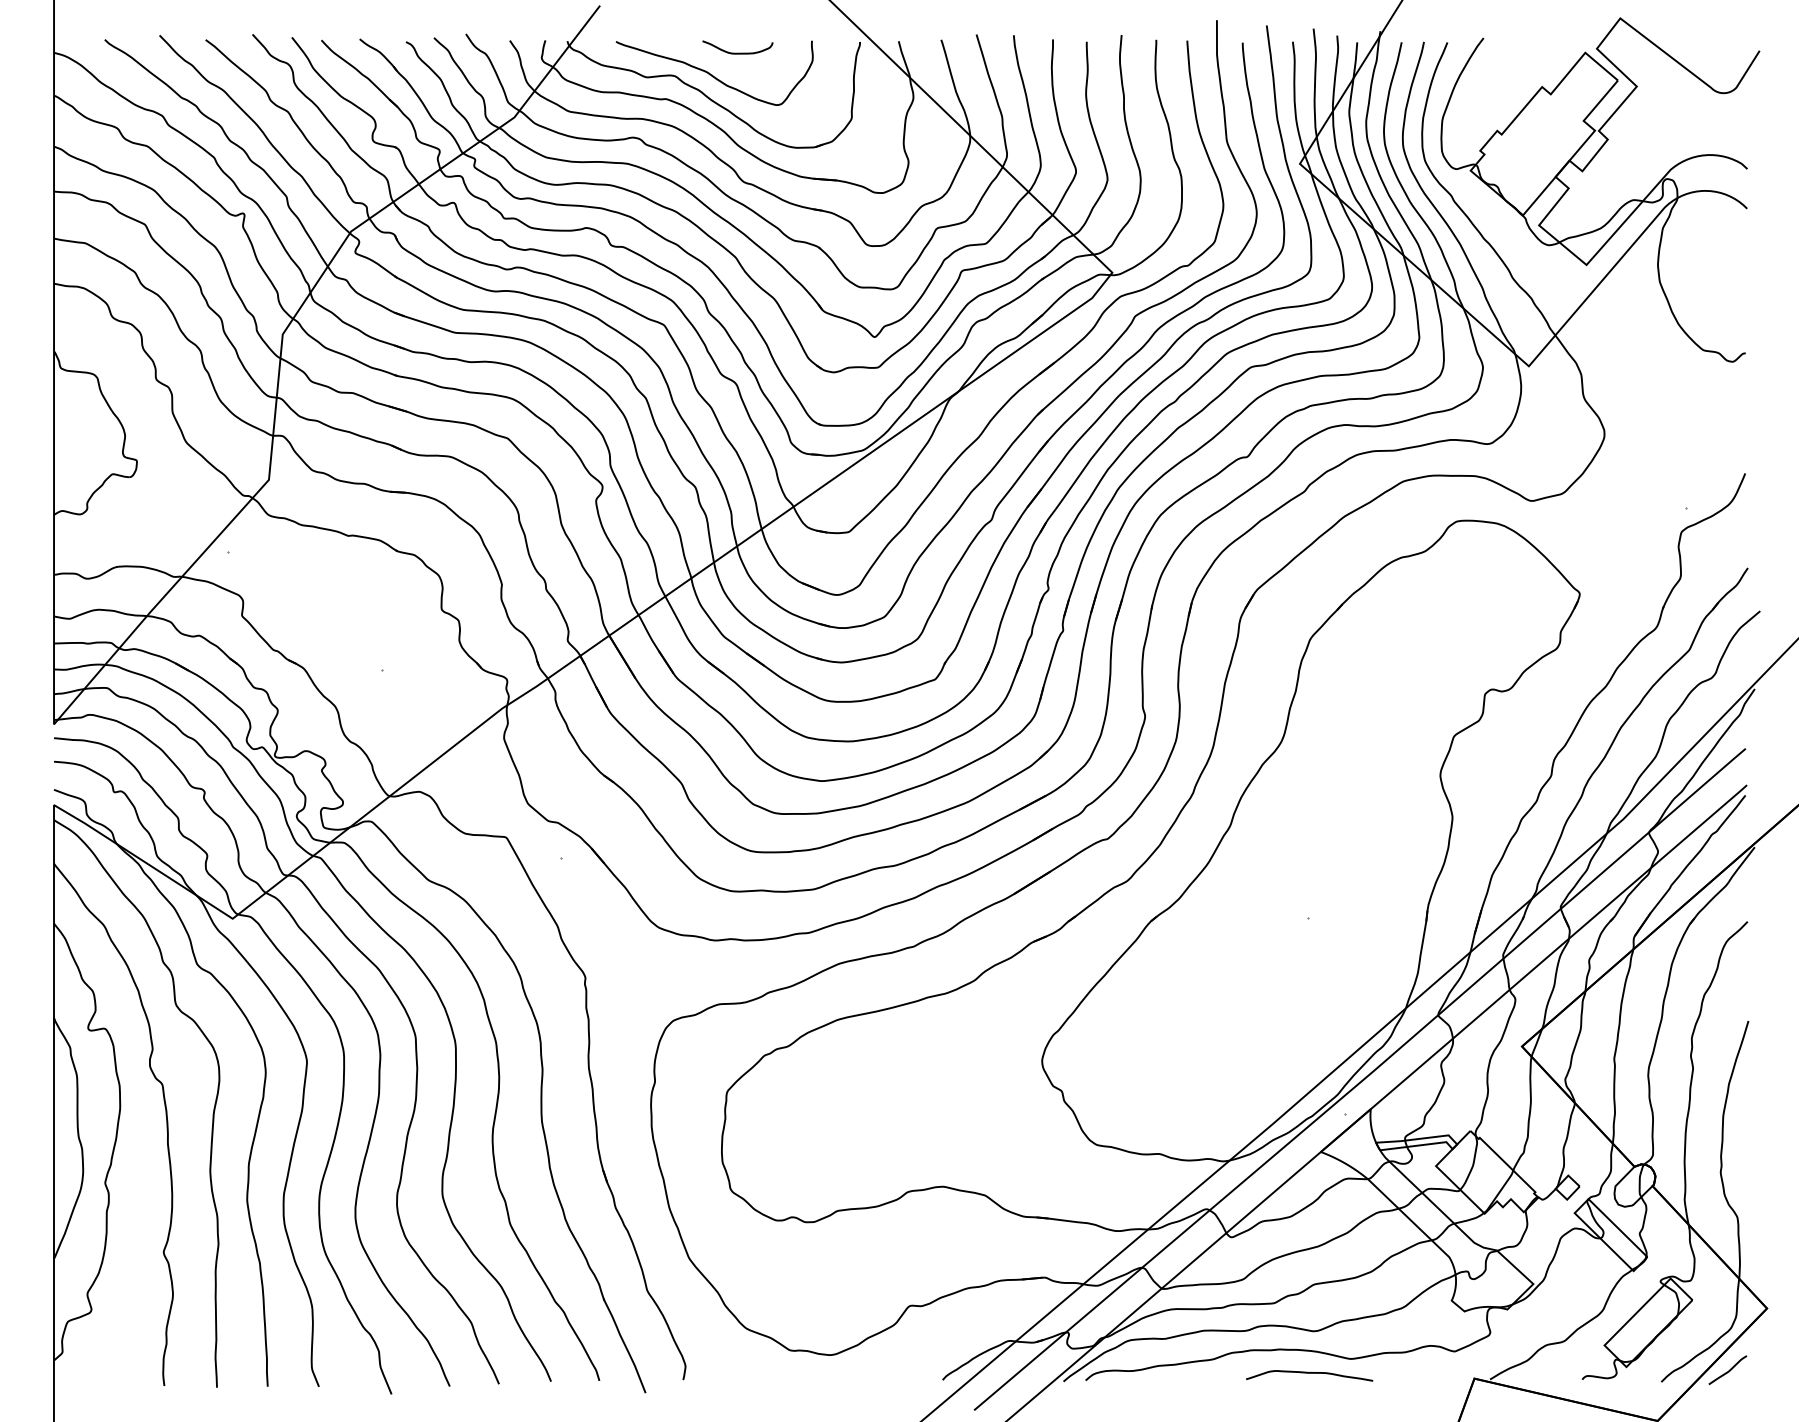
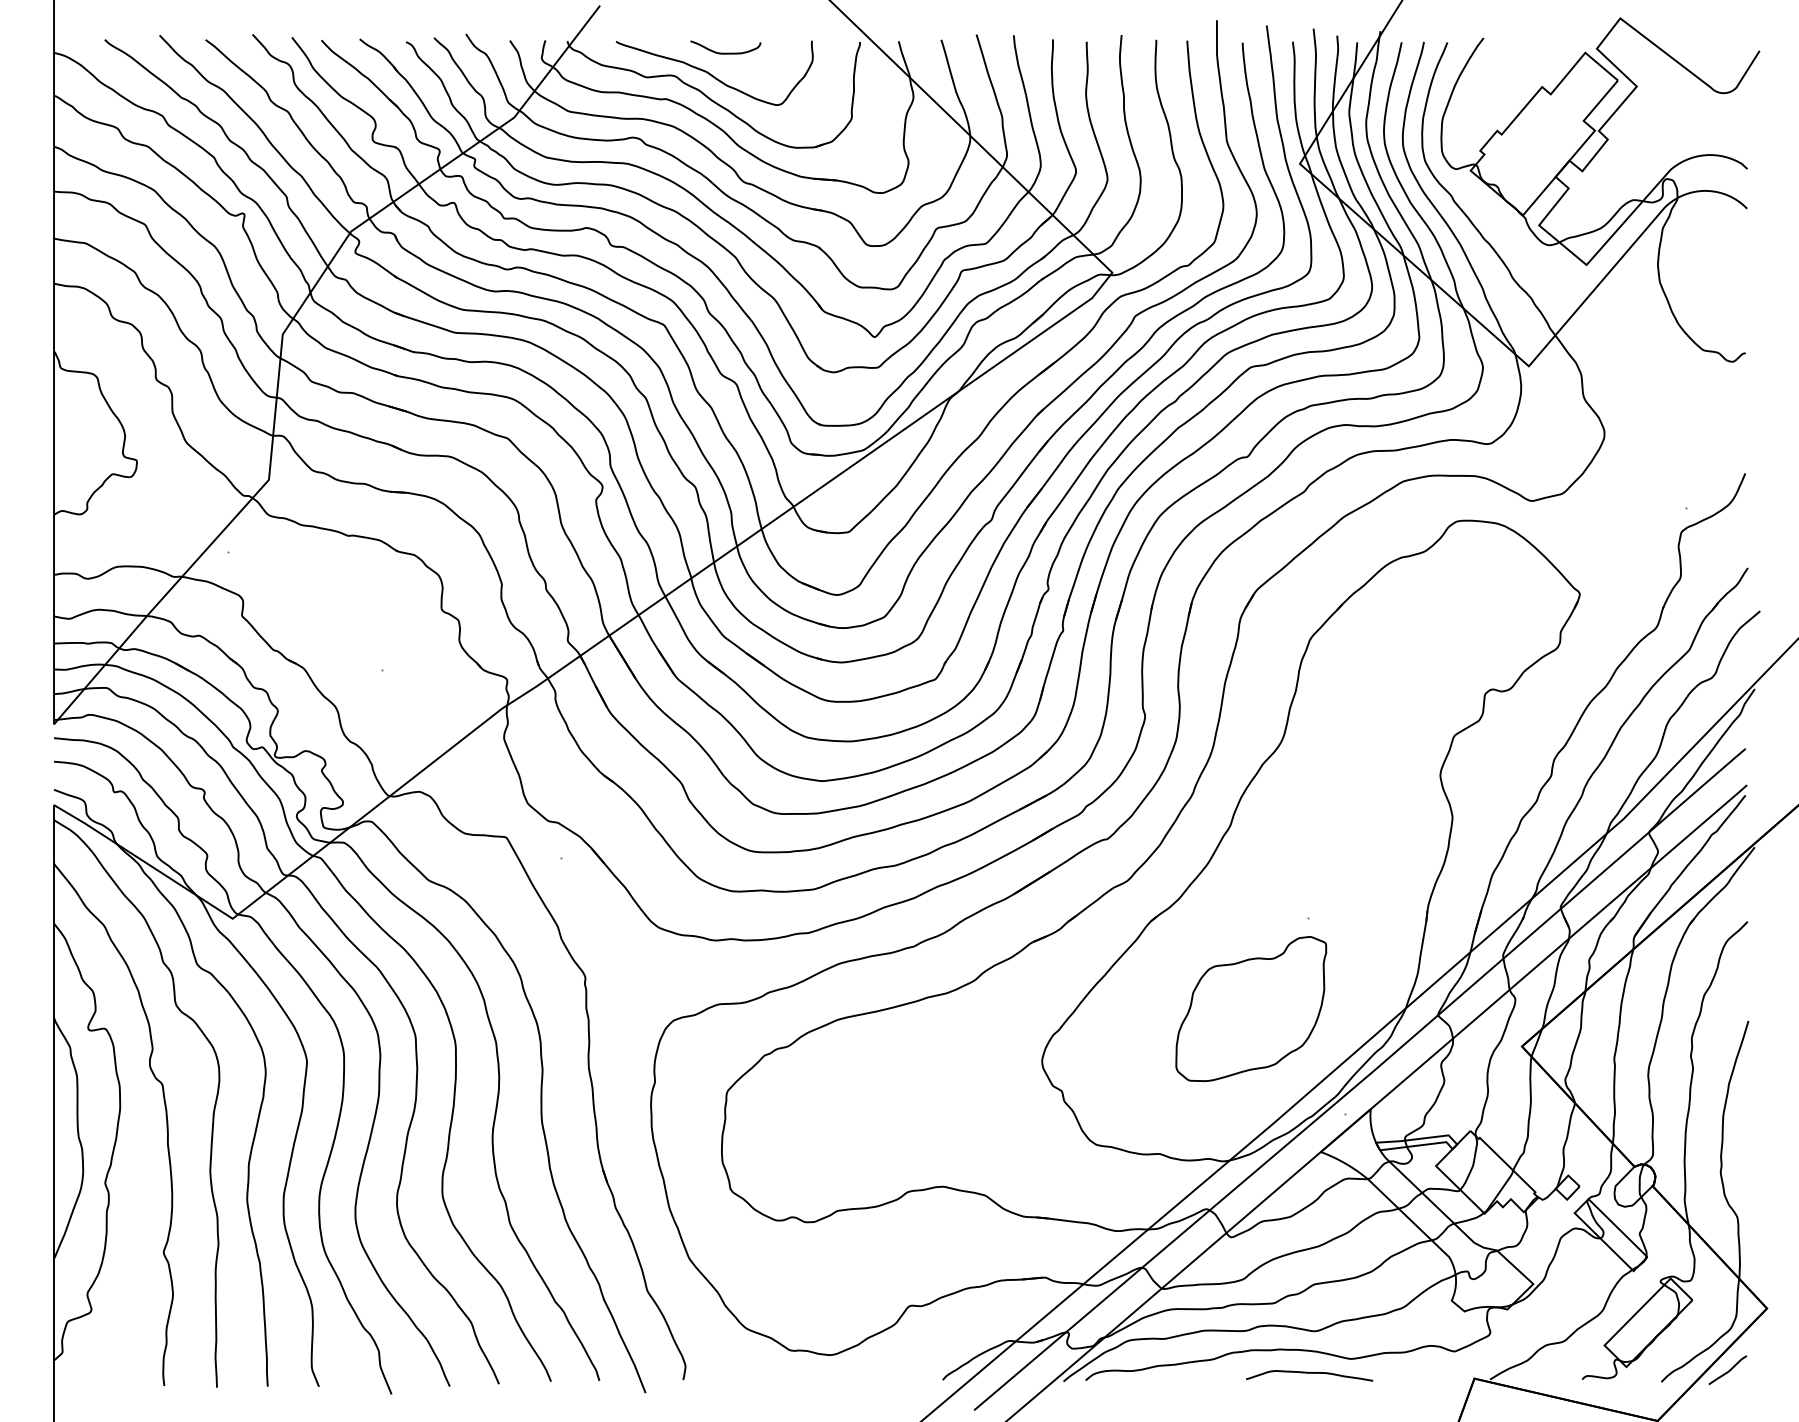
curve at (737, 52) position: (737, 52) -> (725, 52)
part at (1251, 1008): none -> present
